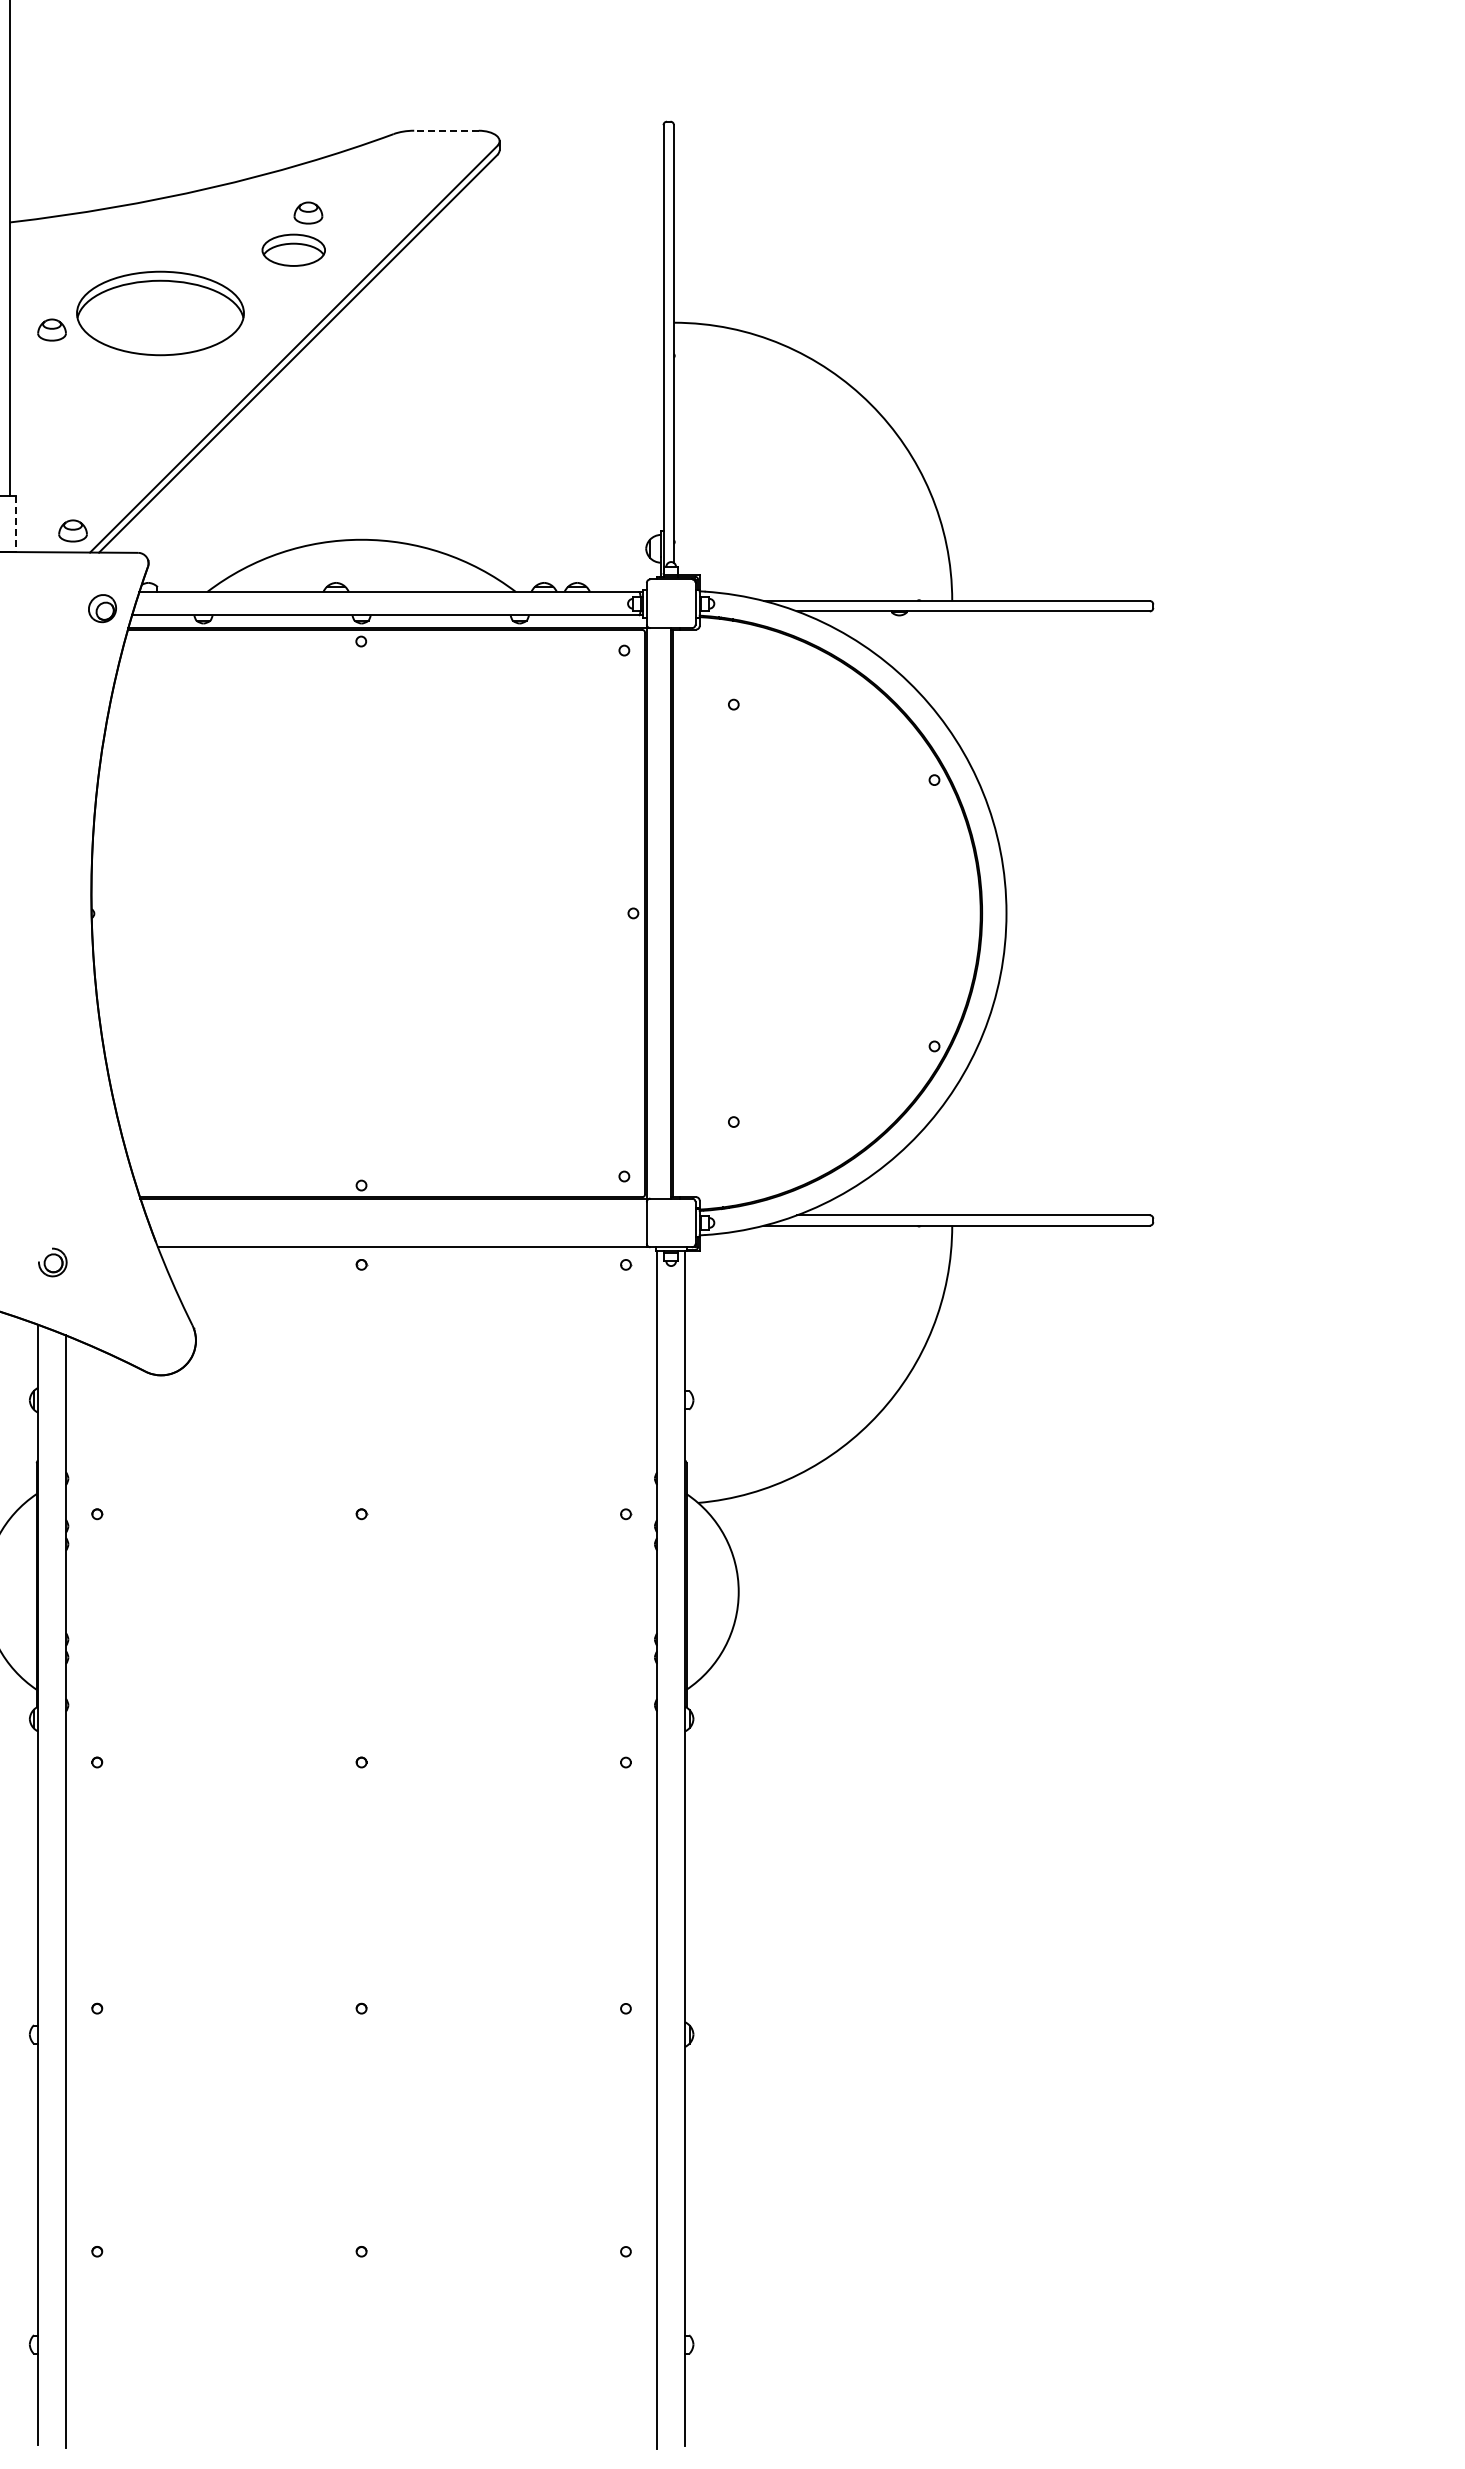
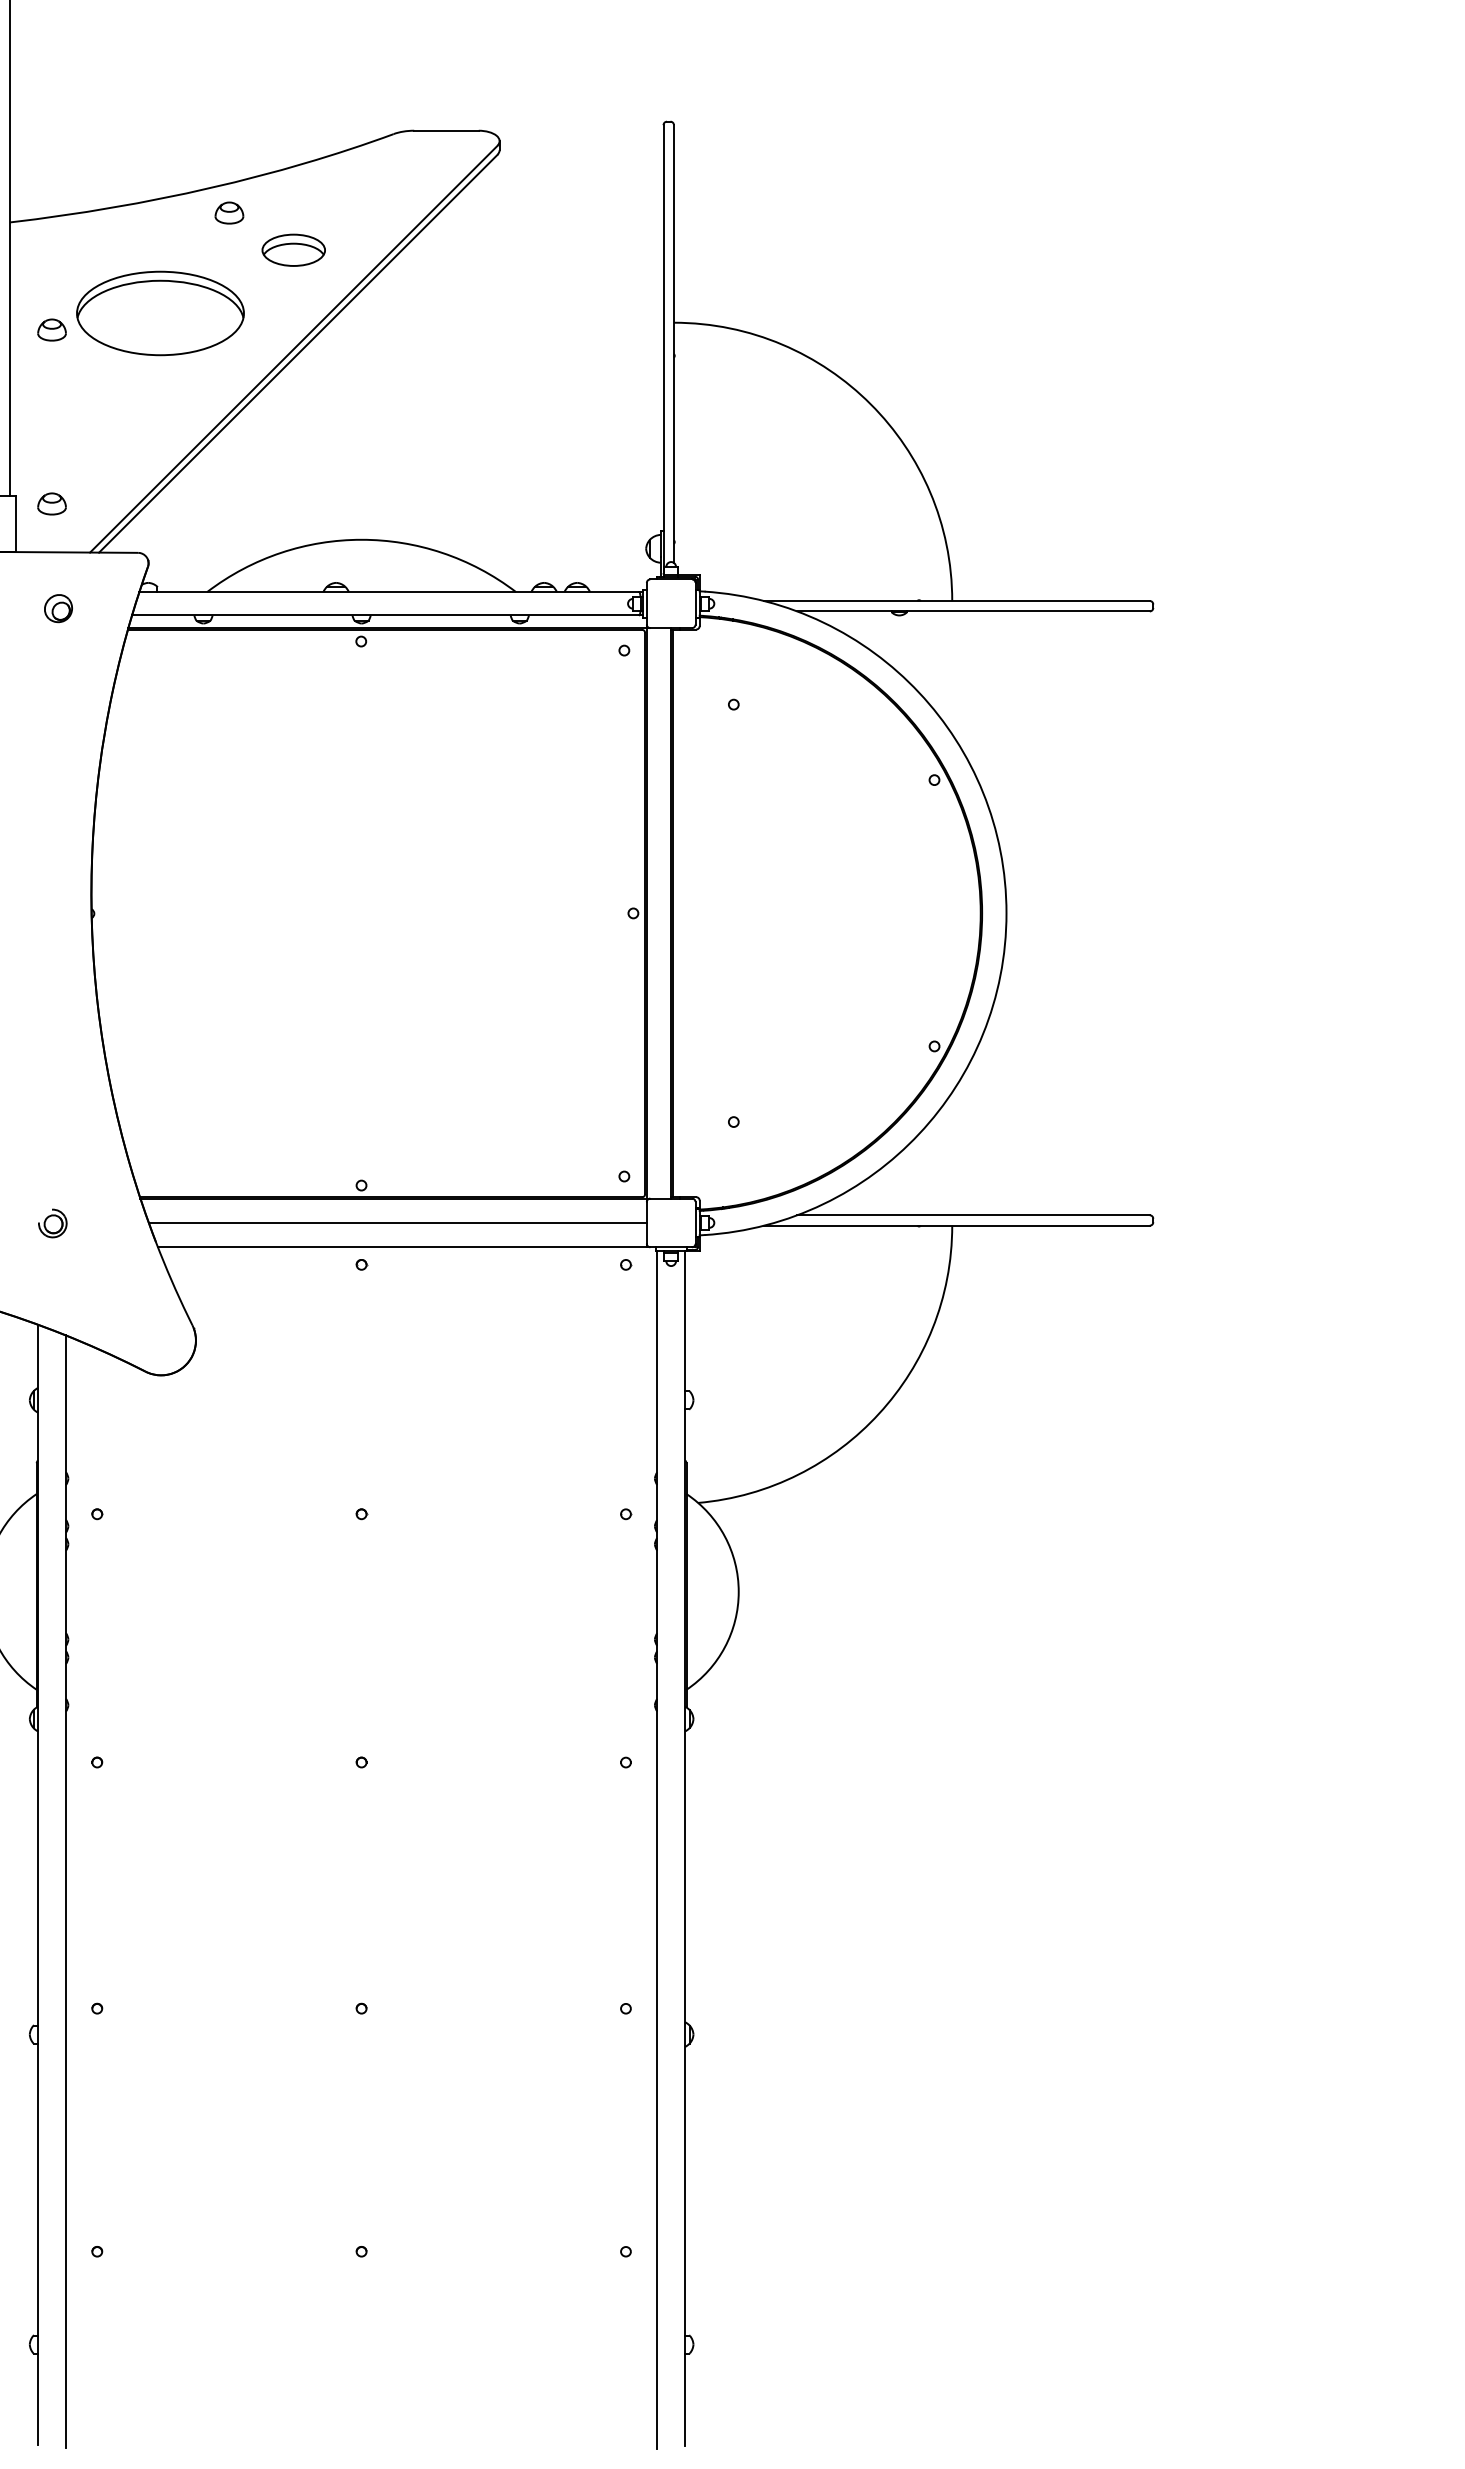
line at (445, 130): dashed -> solid
part at (308, 212) position: (308, 212) -> (229, 212)
line at (15, 523): dashed -> solid
part at (72, 530) position: (72, 530) -> (51, 503)
part at (102, 608) position: (102, 608) -> (58, 608)
line at (397, 1222): none -> present
part at (52, 1262) position: (52, 1262) -> (52, 1223)
